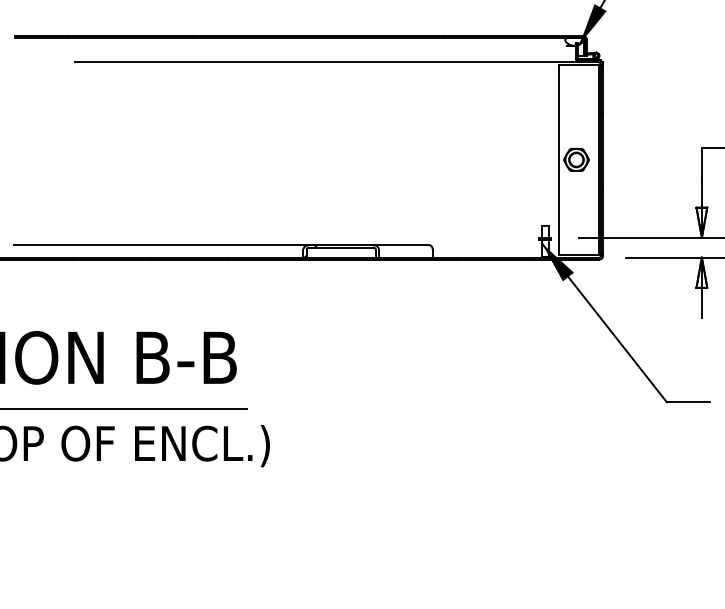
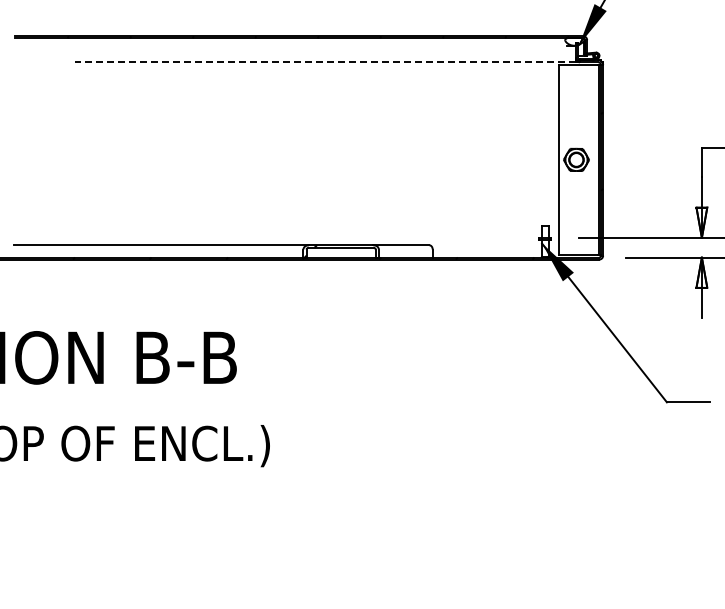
line at (325, 62): solid -> dashed
line at (124, 409): present -> none
